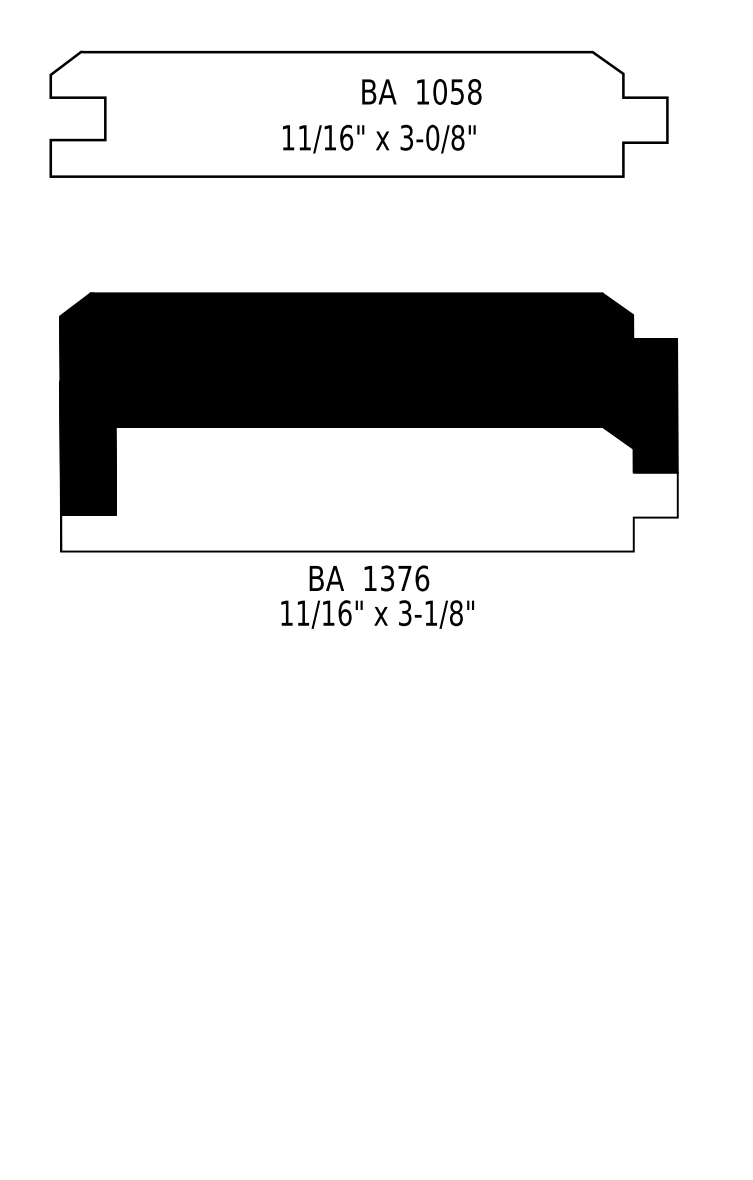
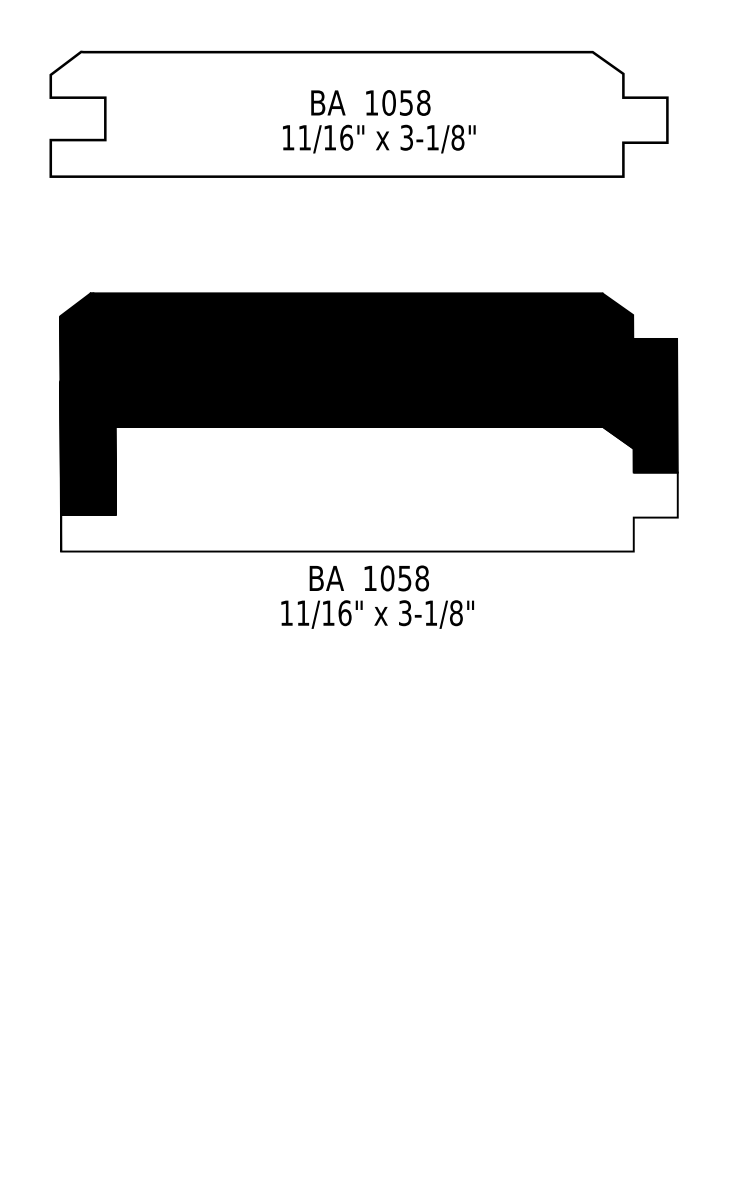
text at (421, 91) position: (421, 91) -> (370, 102)
text at (432, 137): 3-0/8" -> 3-1/8"
text at (404, 578): 1376 -> 1058
